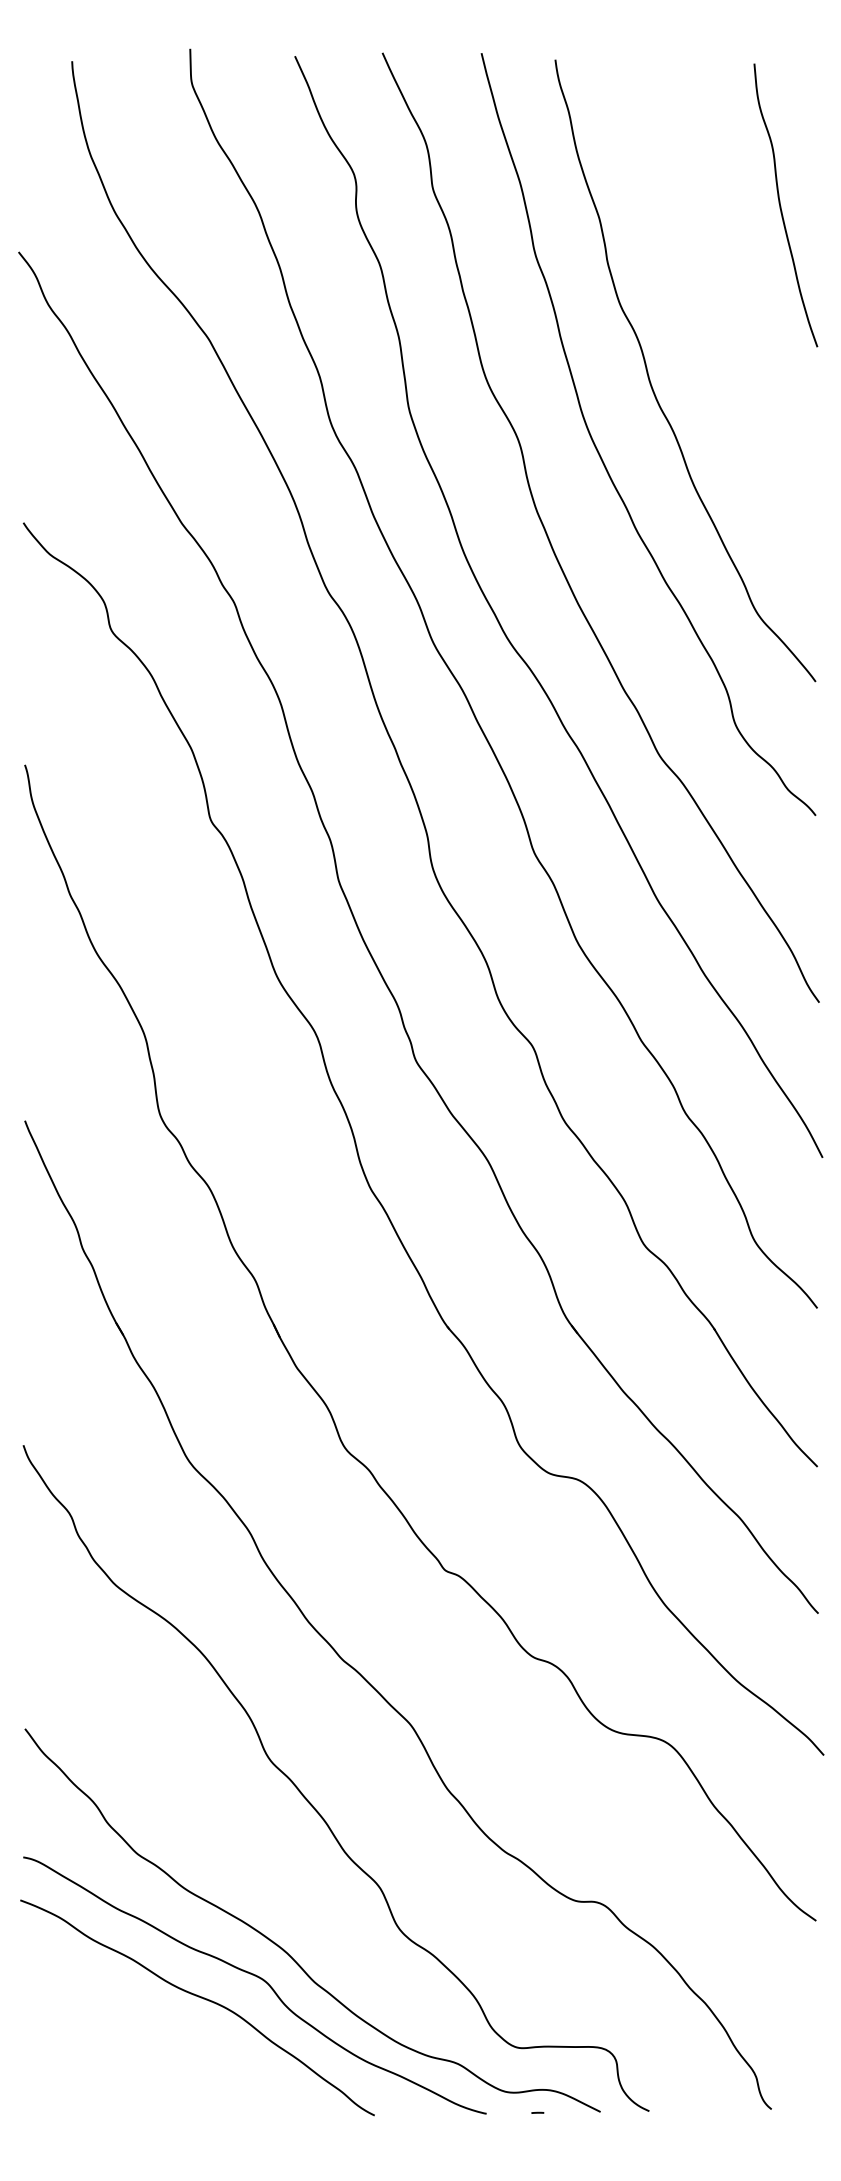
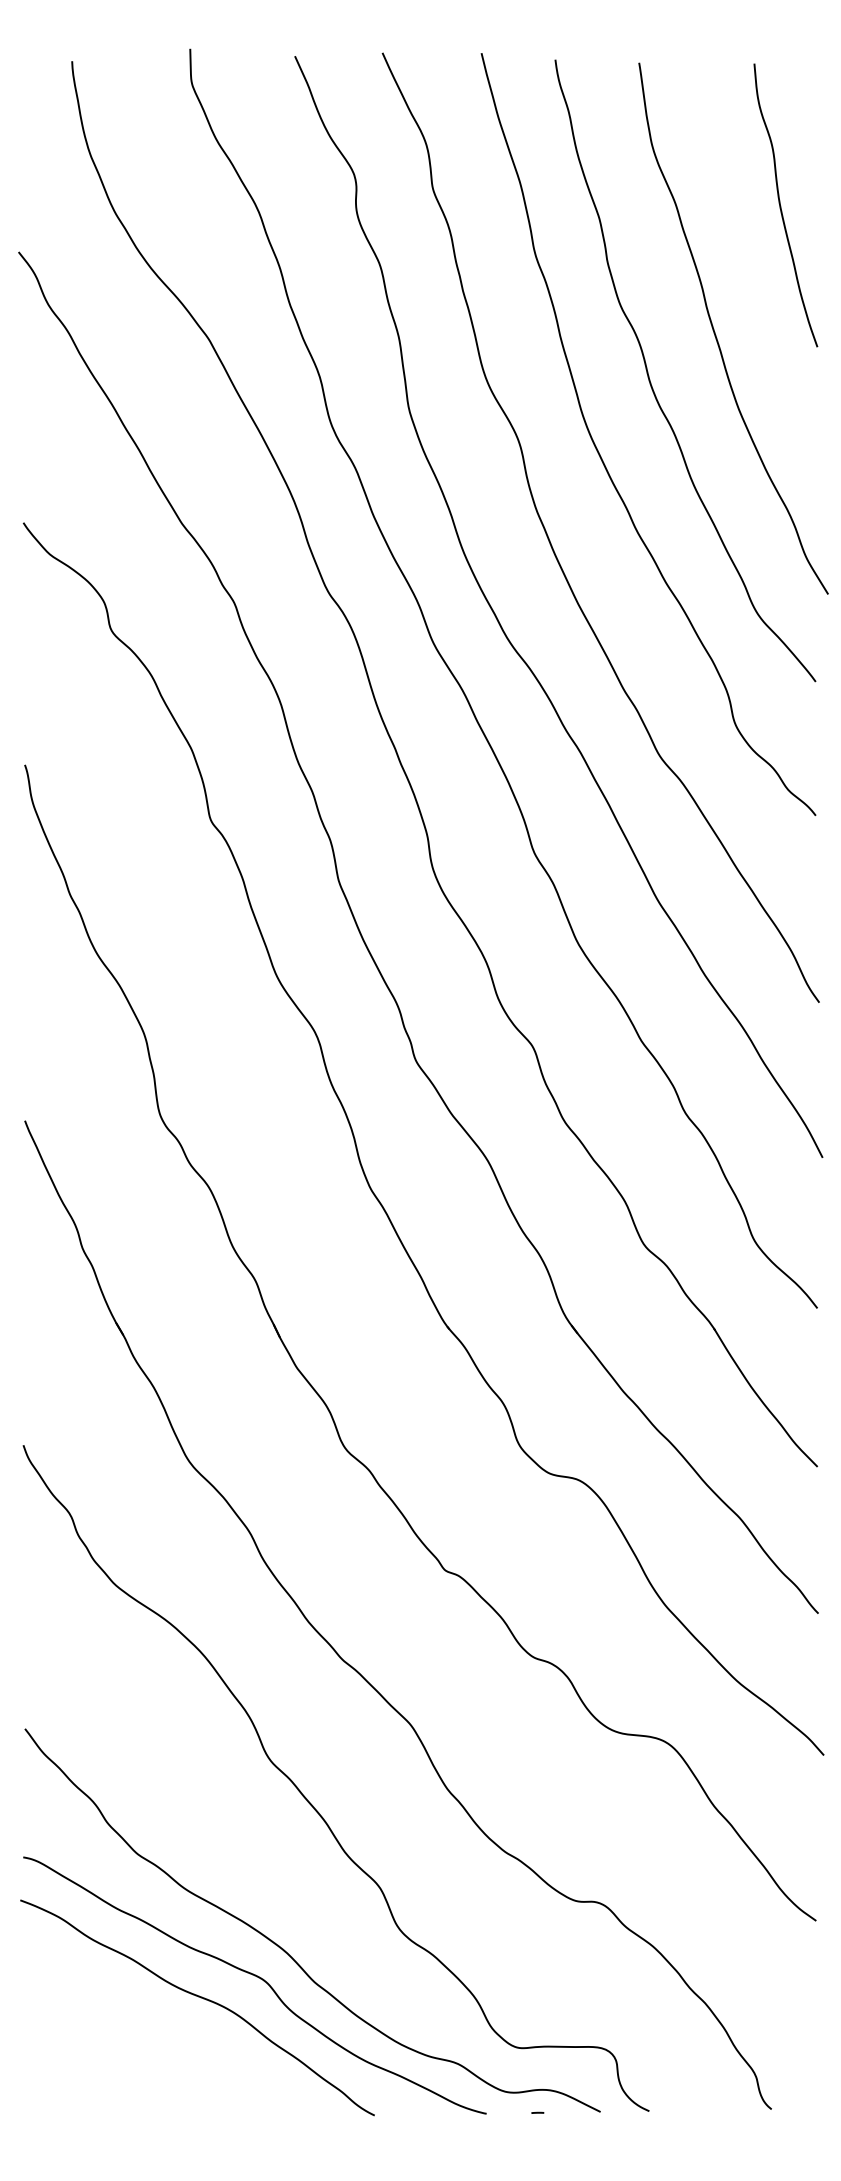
curve at (716, 335): none -> present
